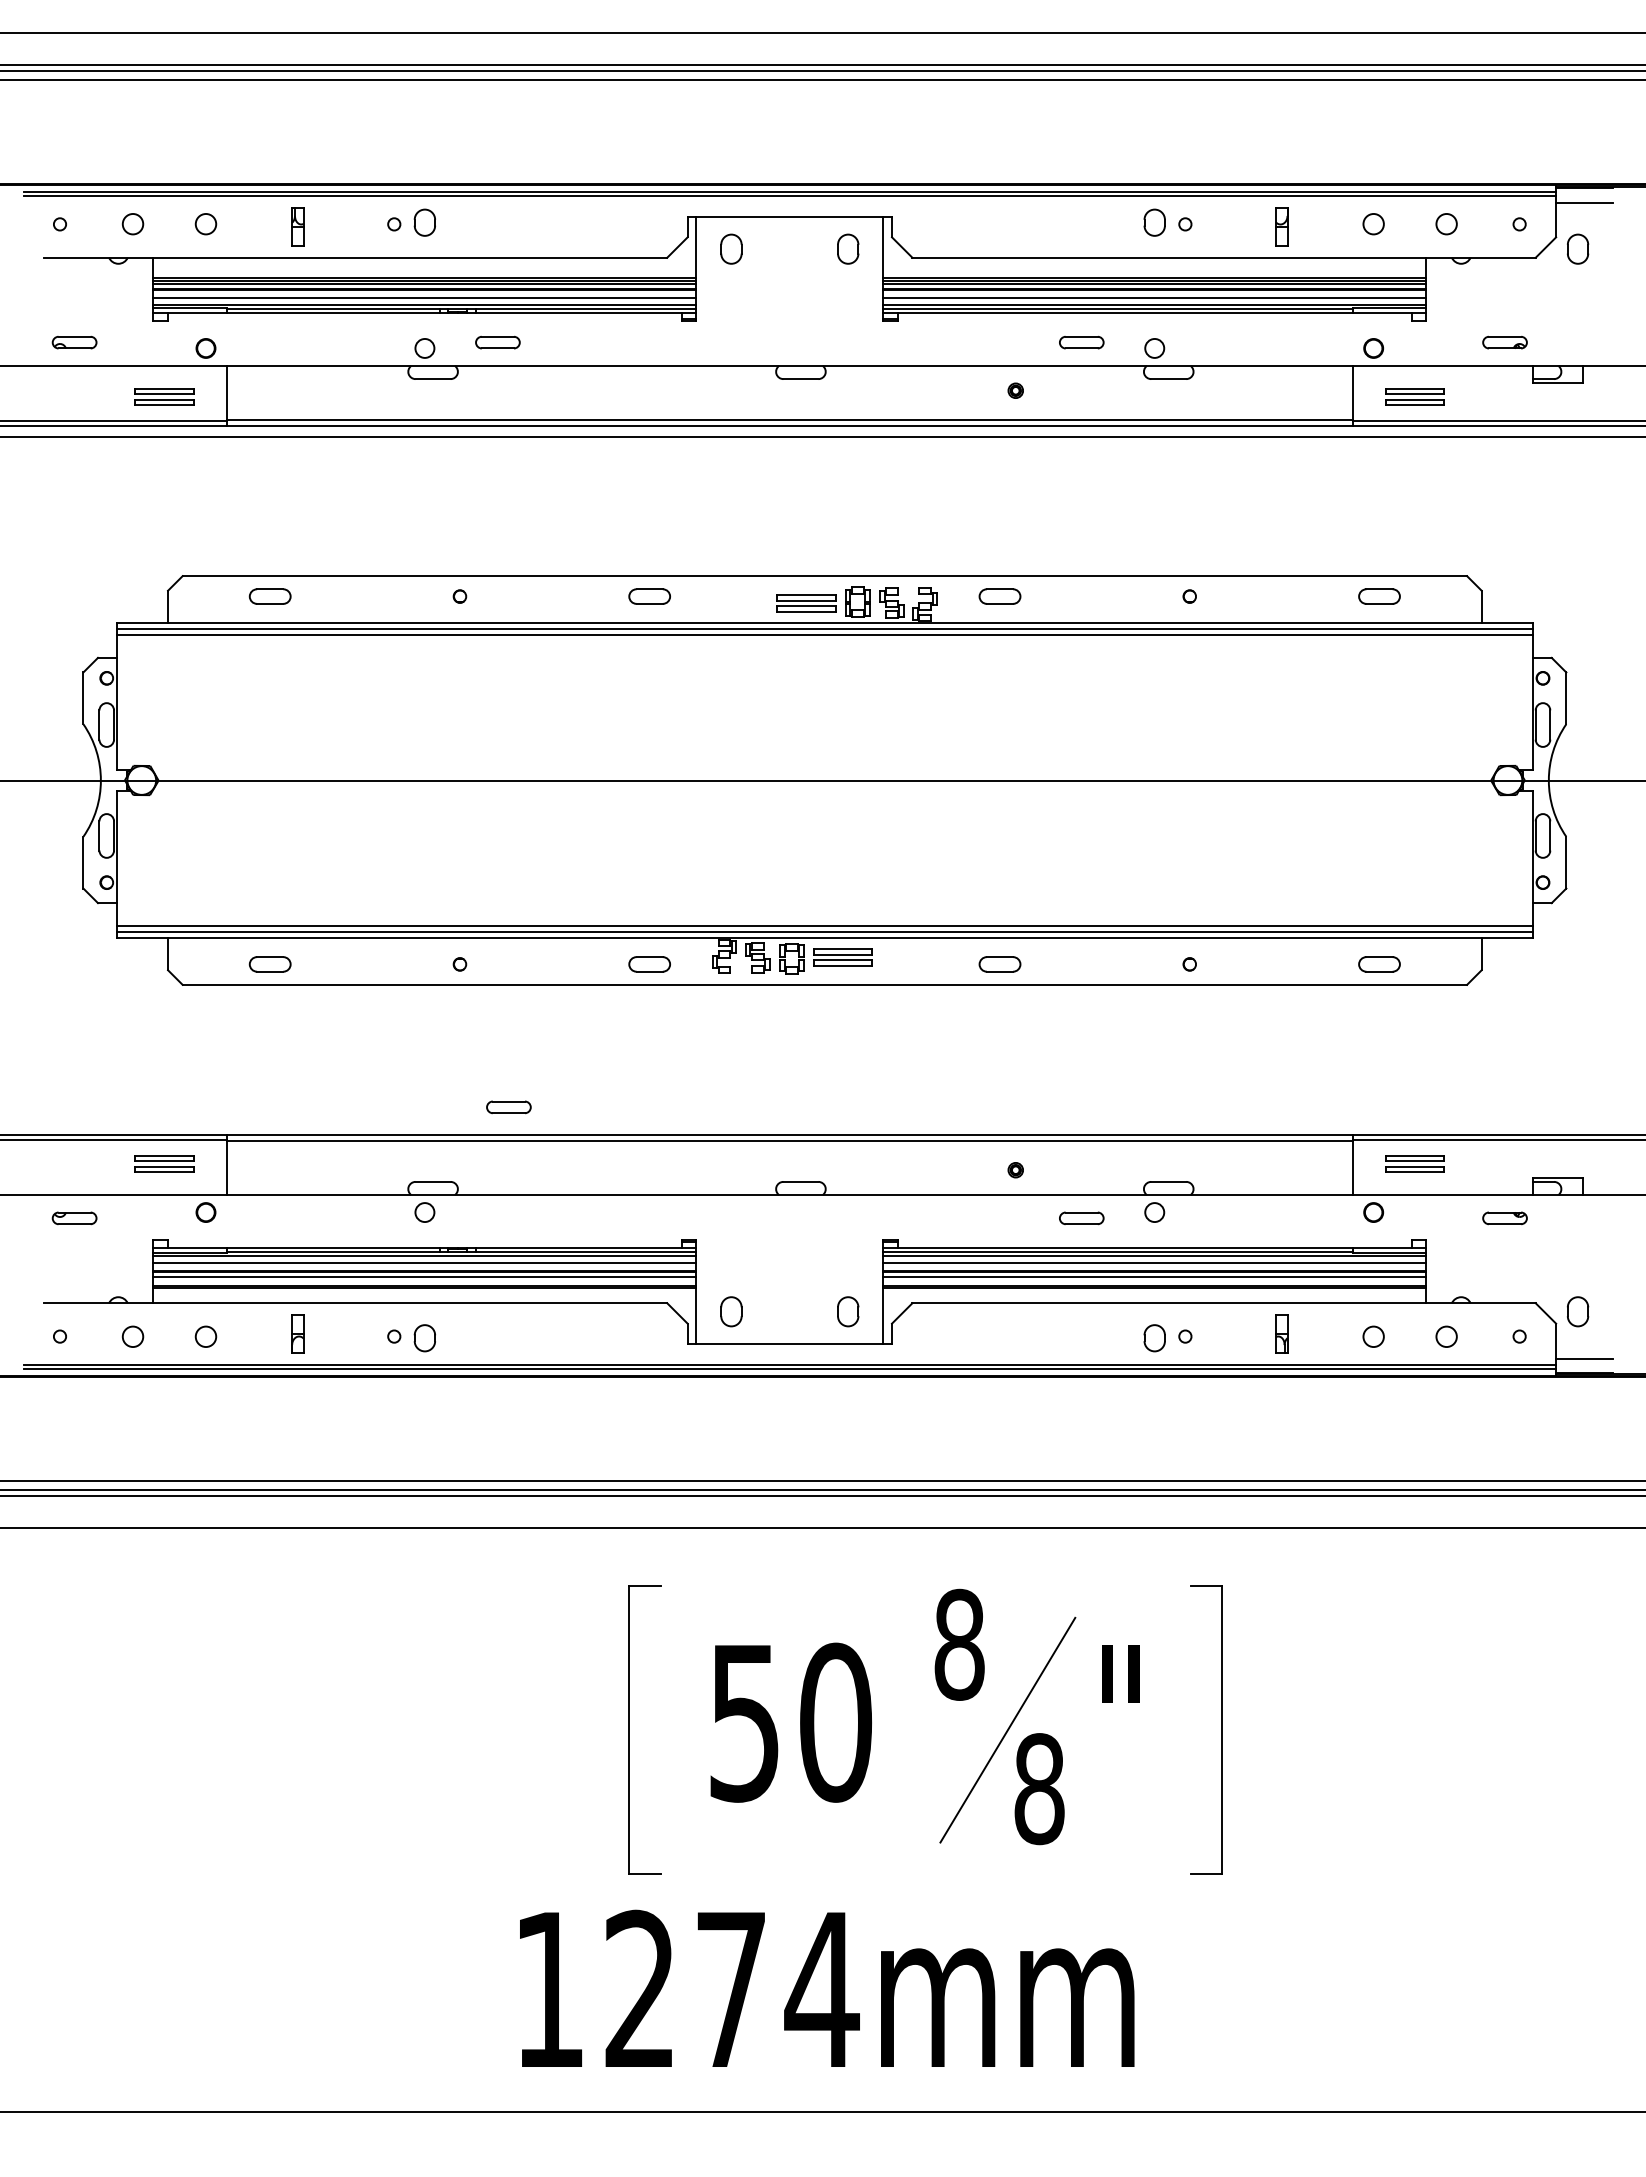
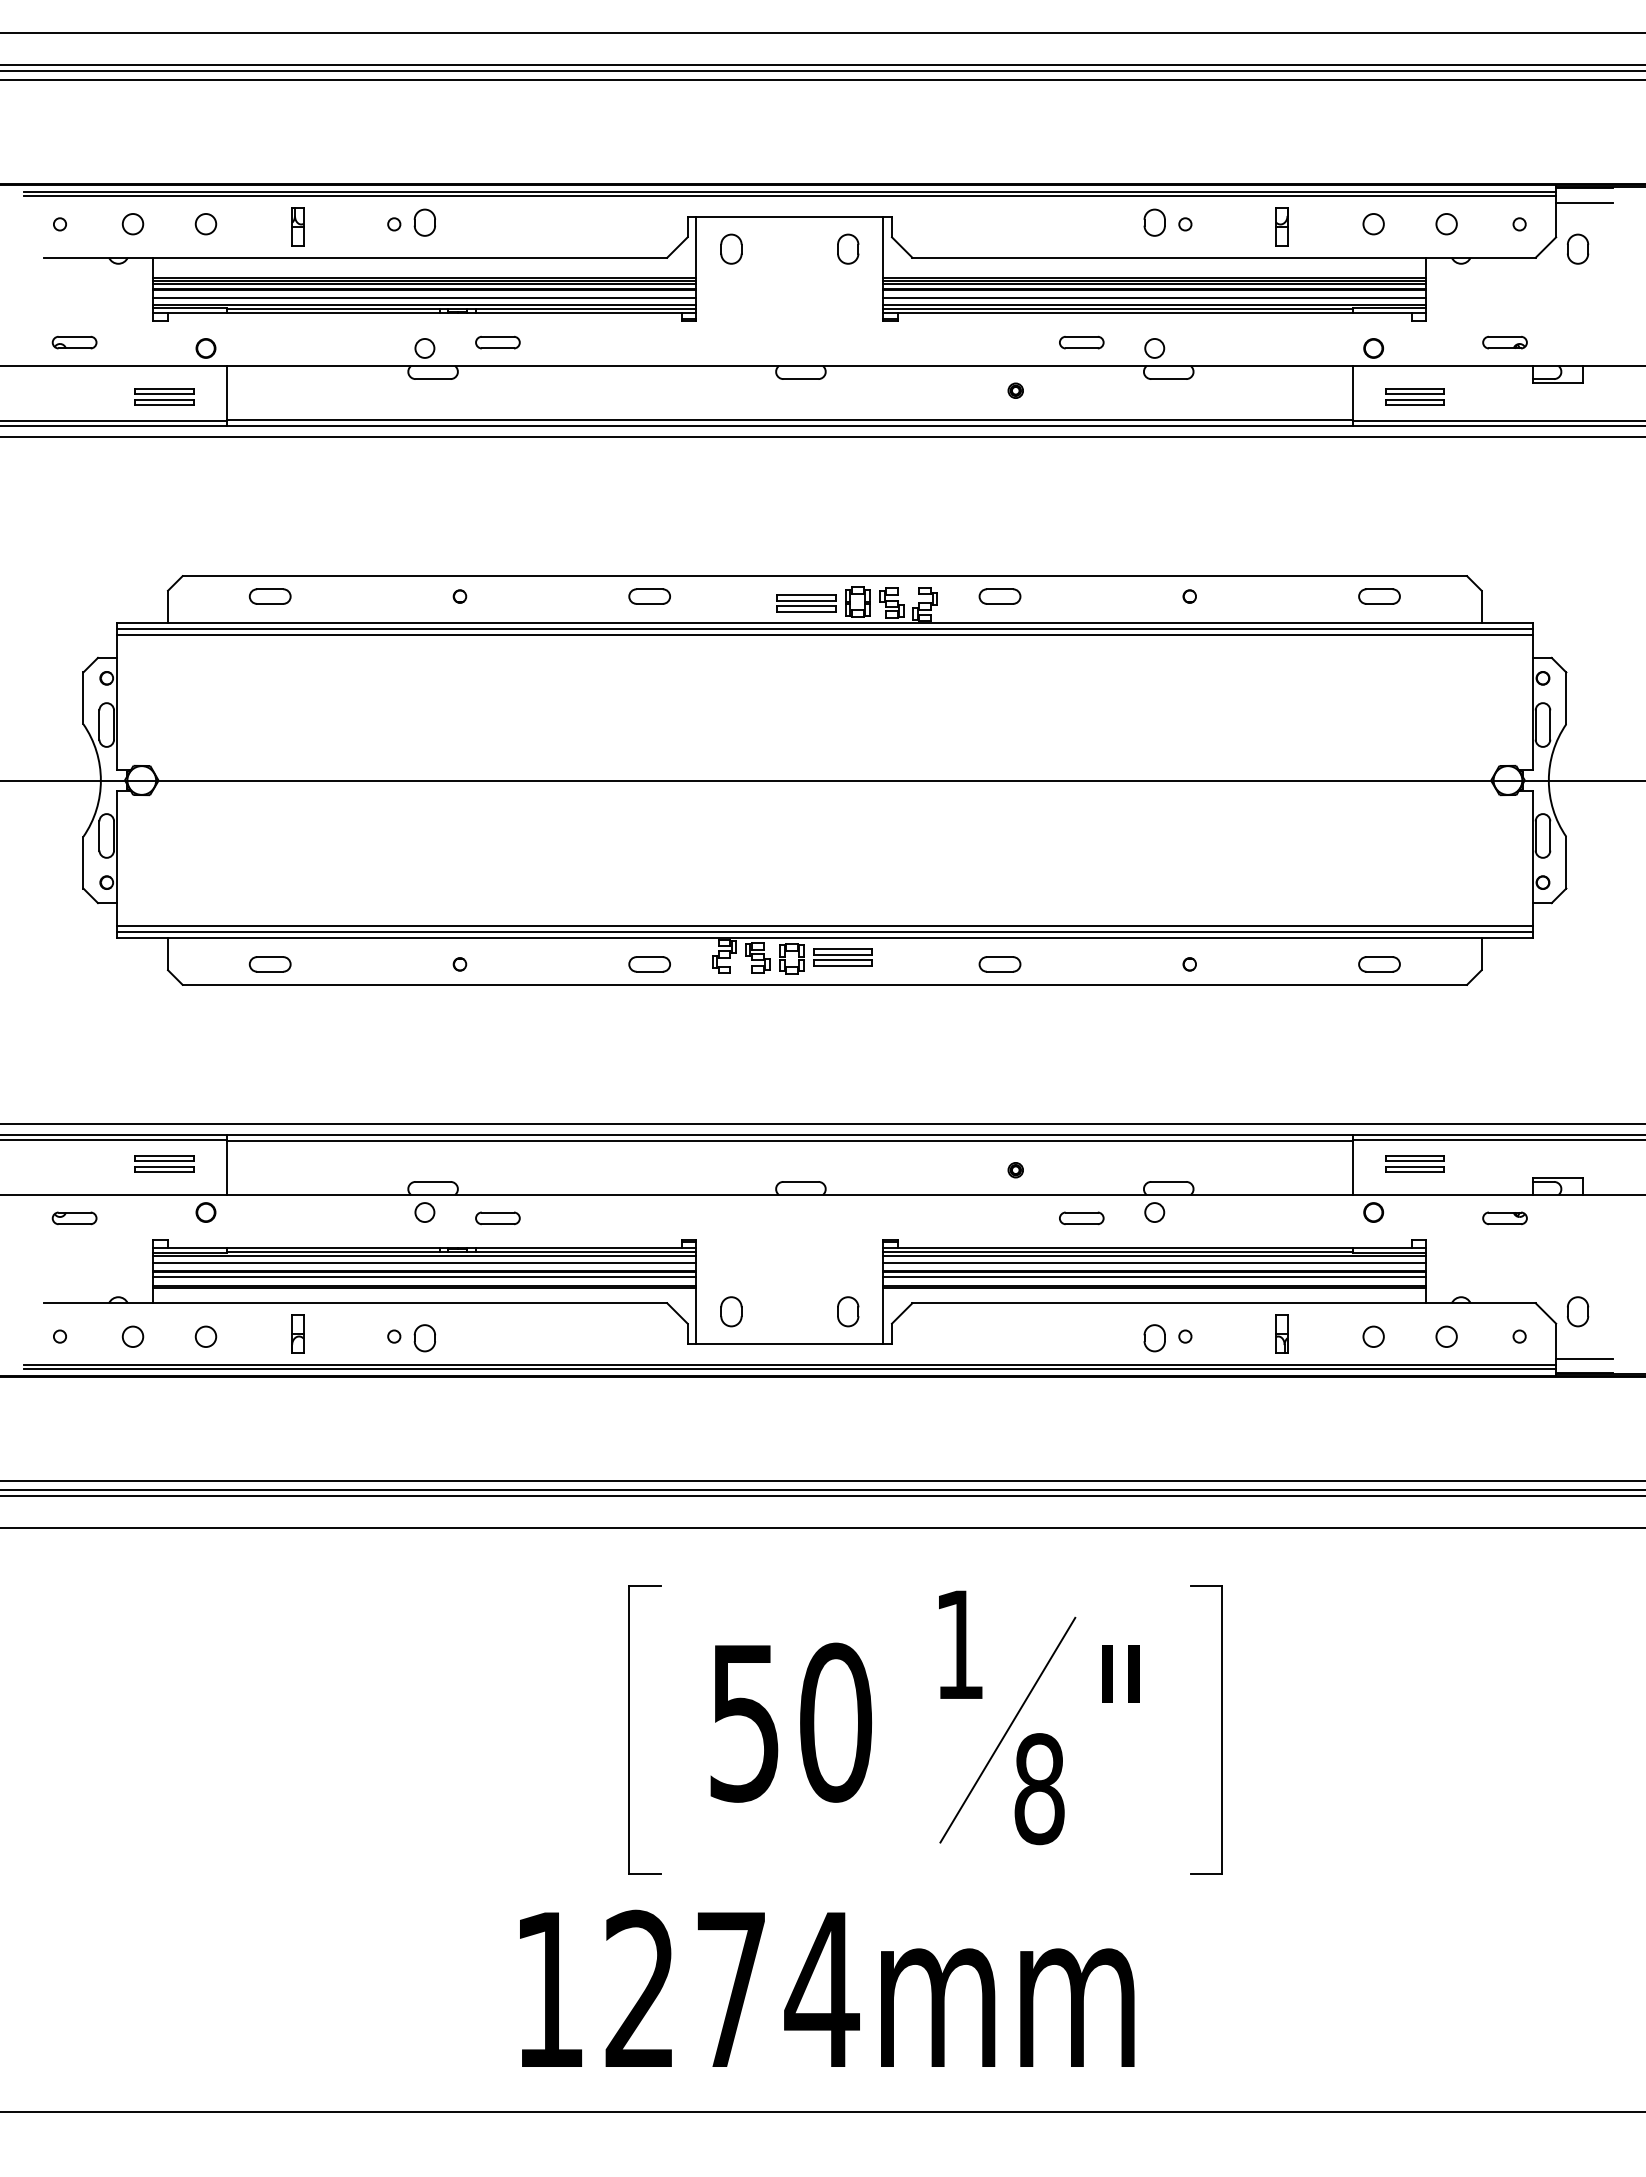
part at (508, 1107) position: (508, 1107) -> (497, 1218)
line at (822, 1123): none -> present
text at (959, 1644): 8 -> 1
